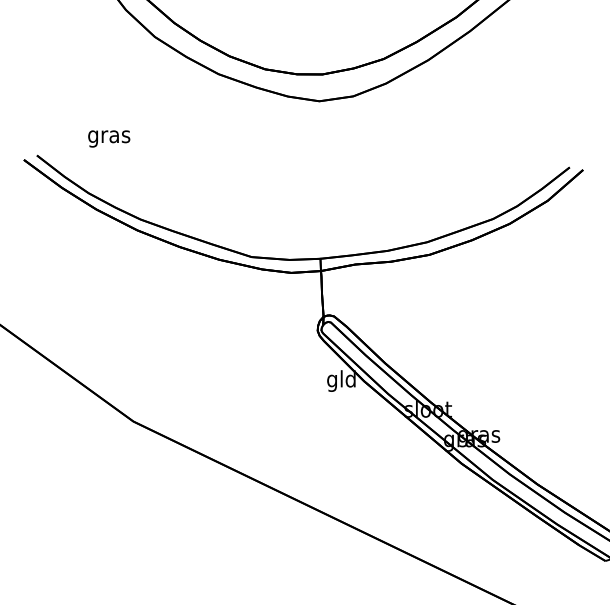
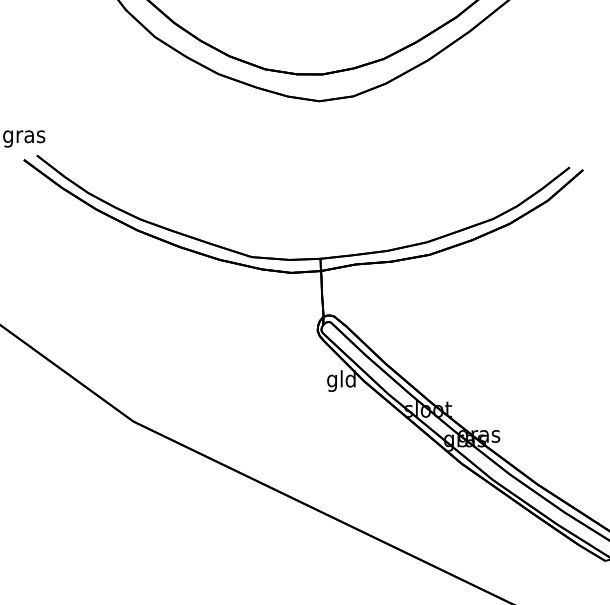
text at (109, 138) position: (109, 138) -> (24, 138)
